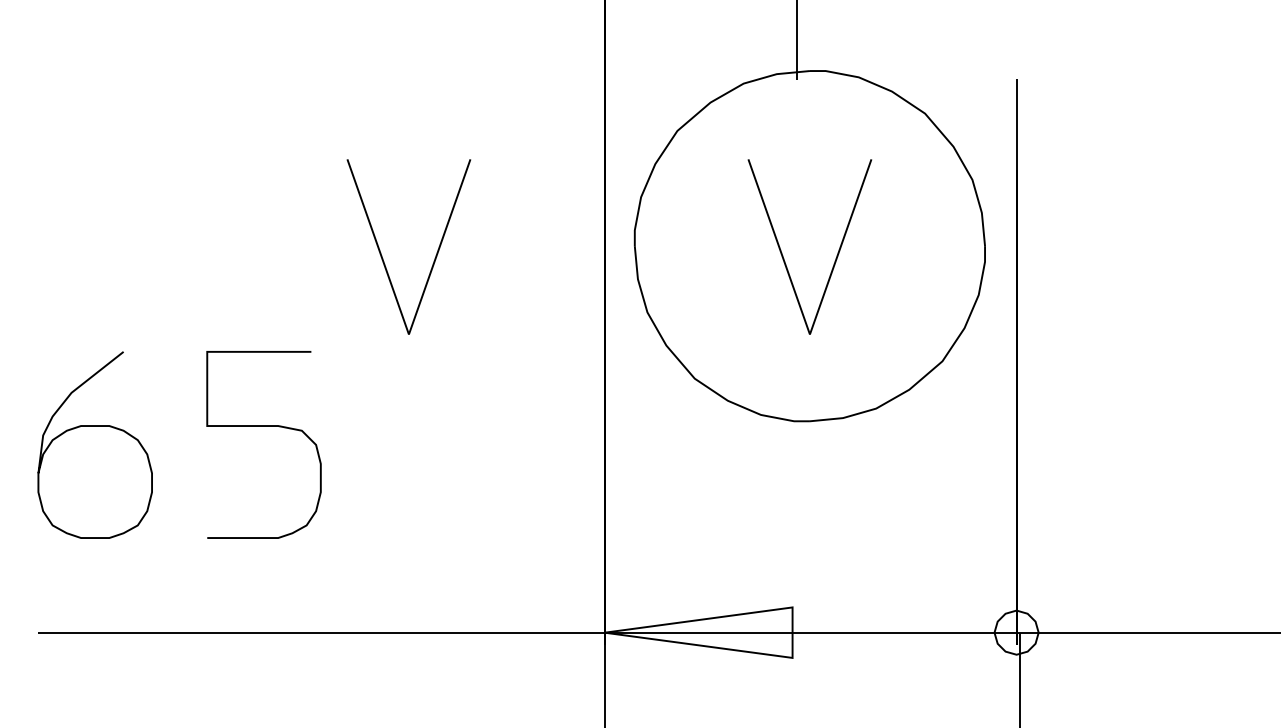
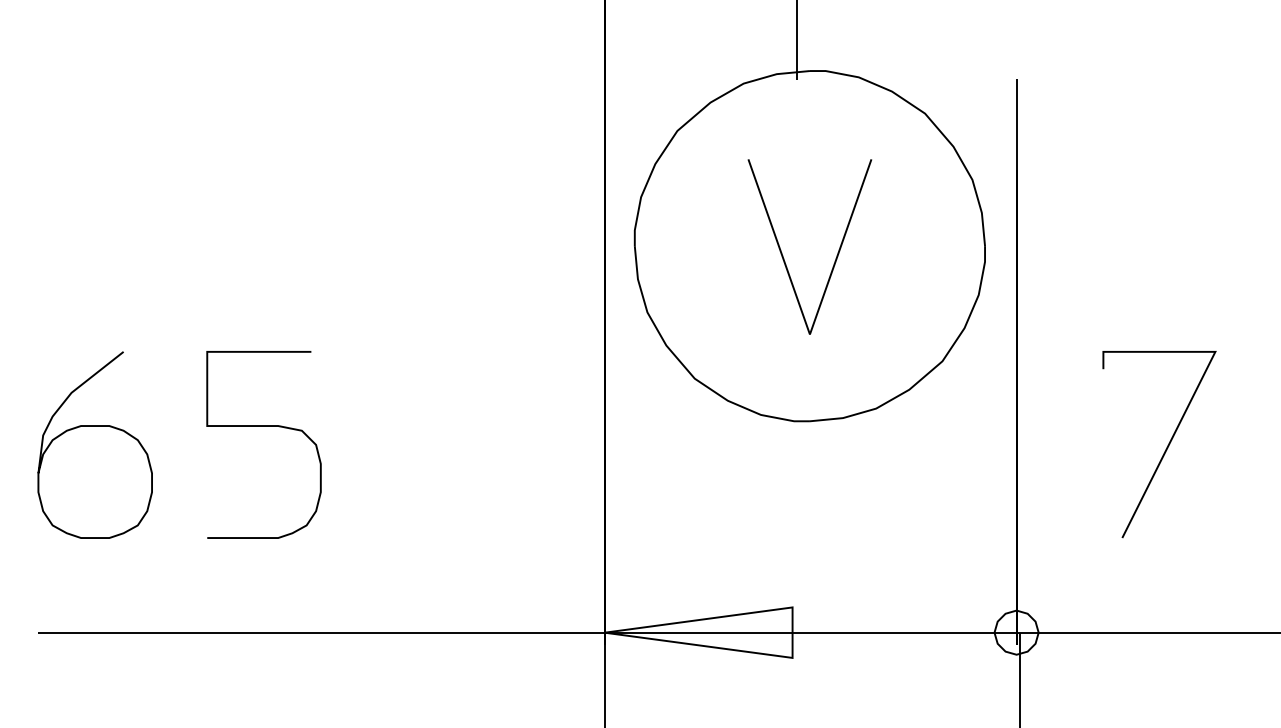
curve at (382, 255): present -> none
curve at (1166, 447): none -> present
